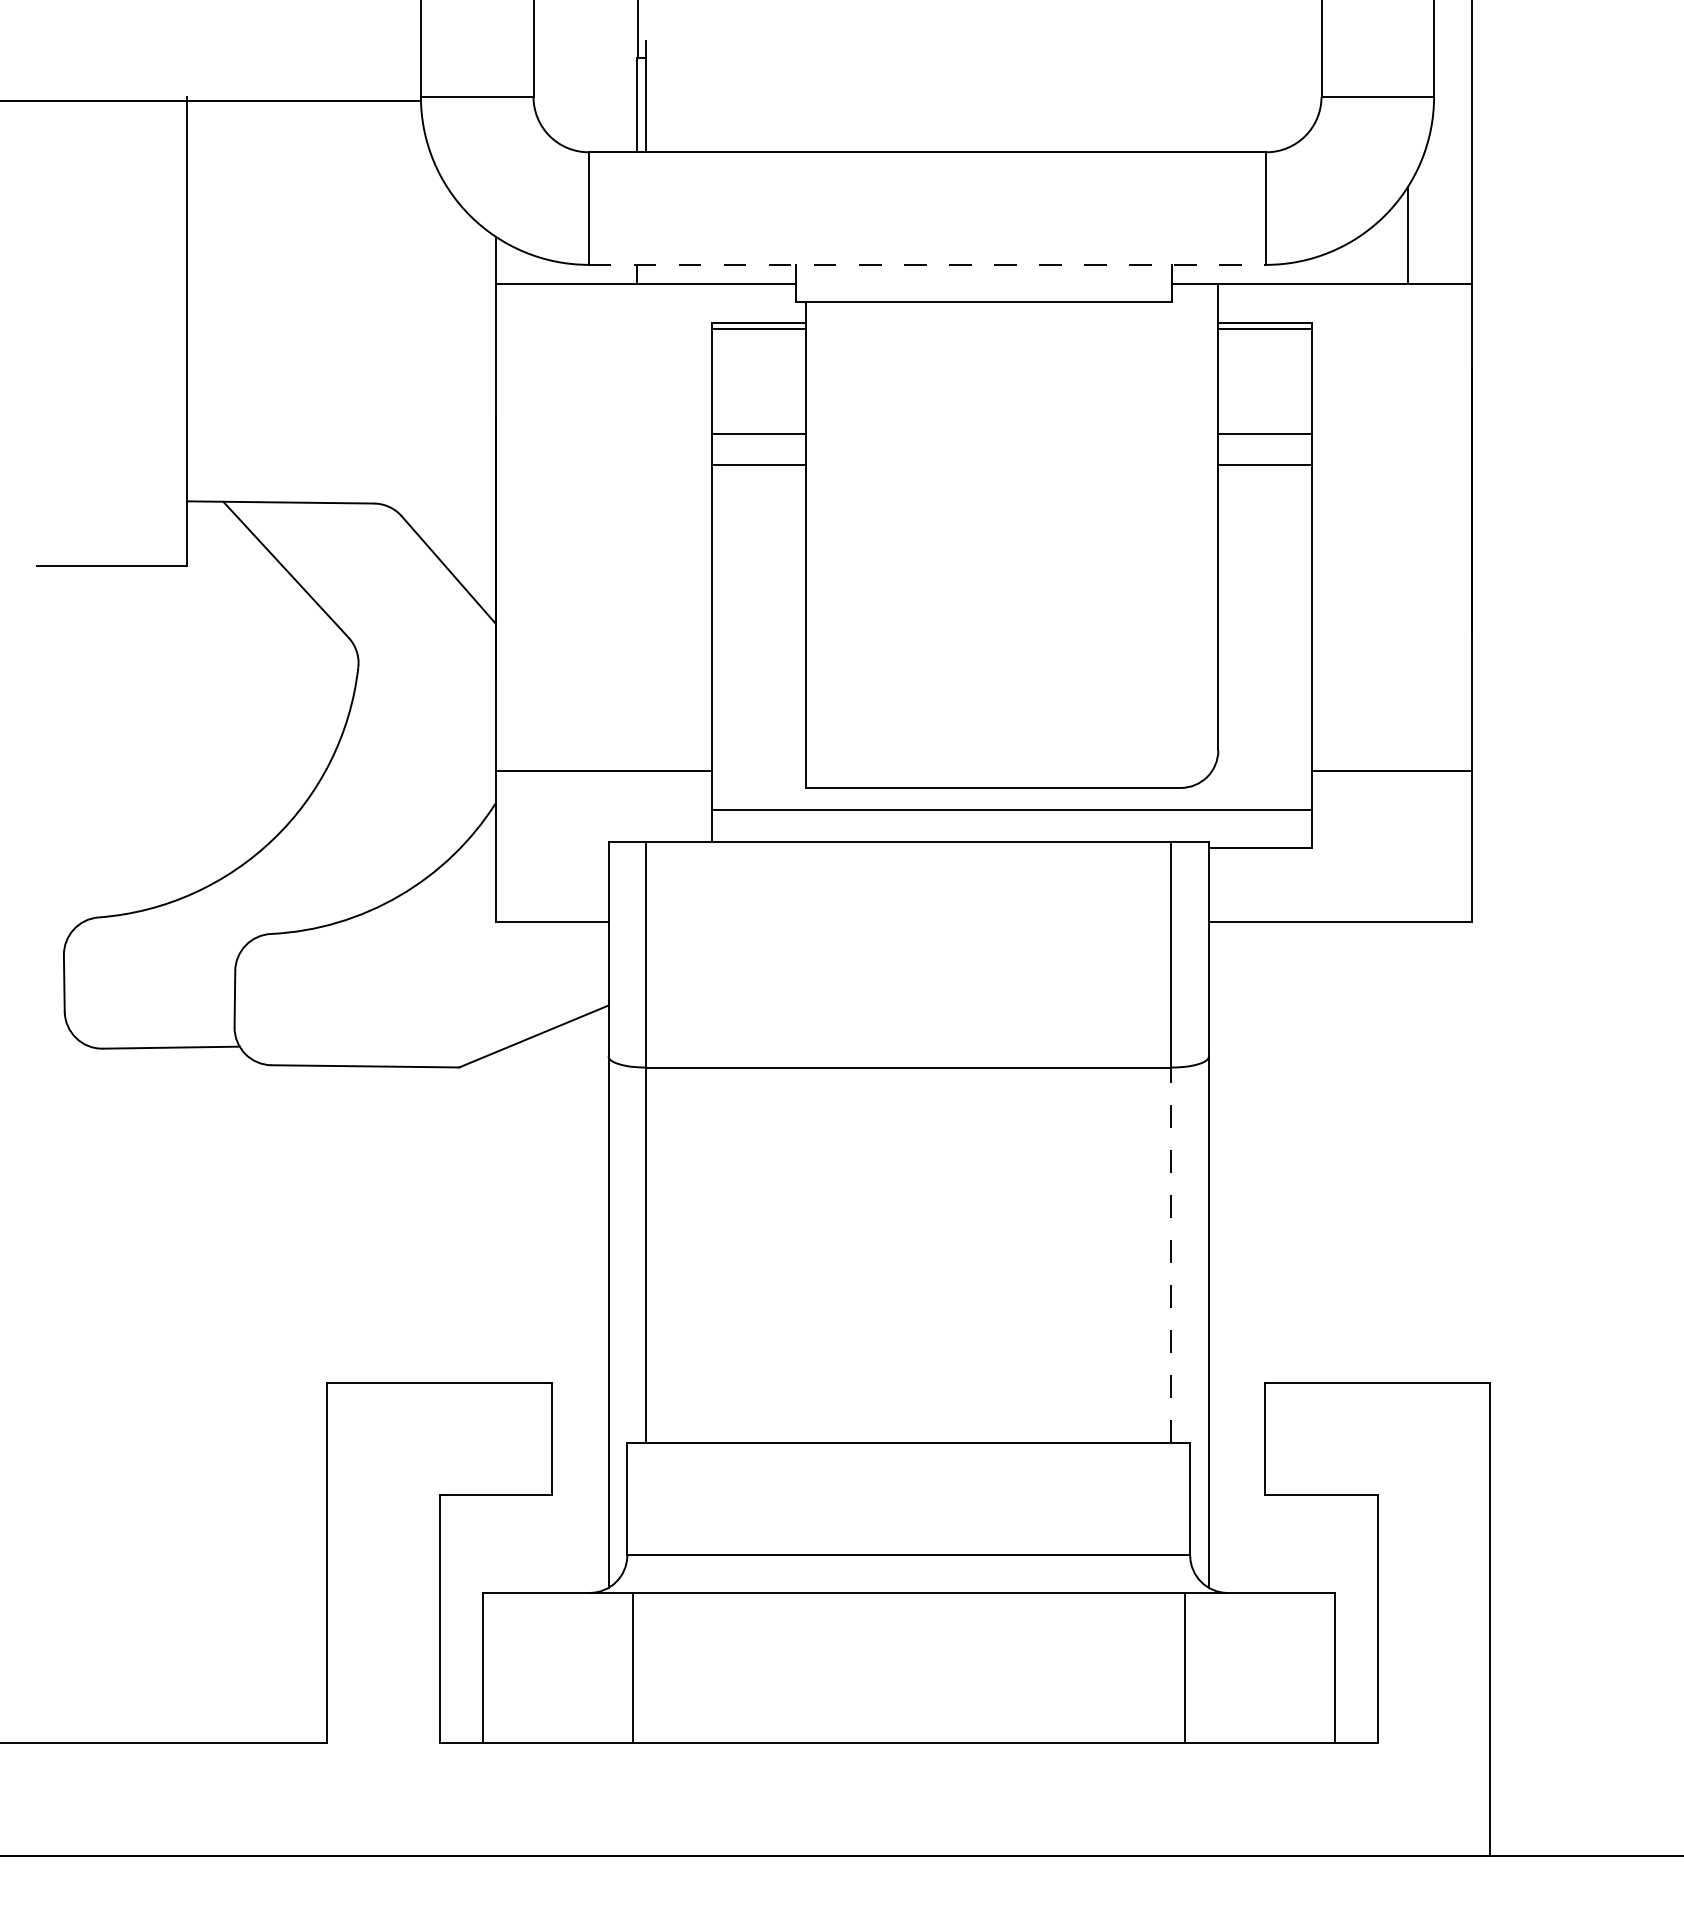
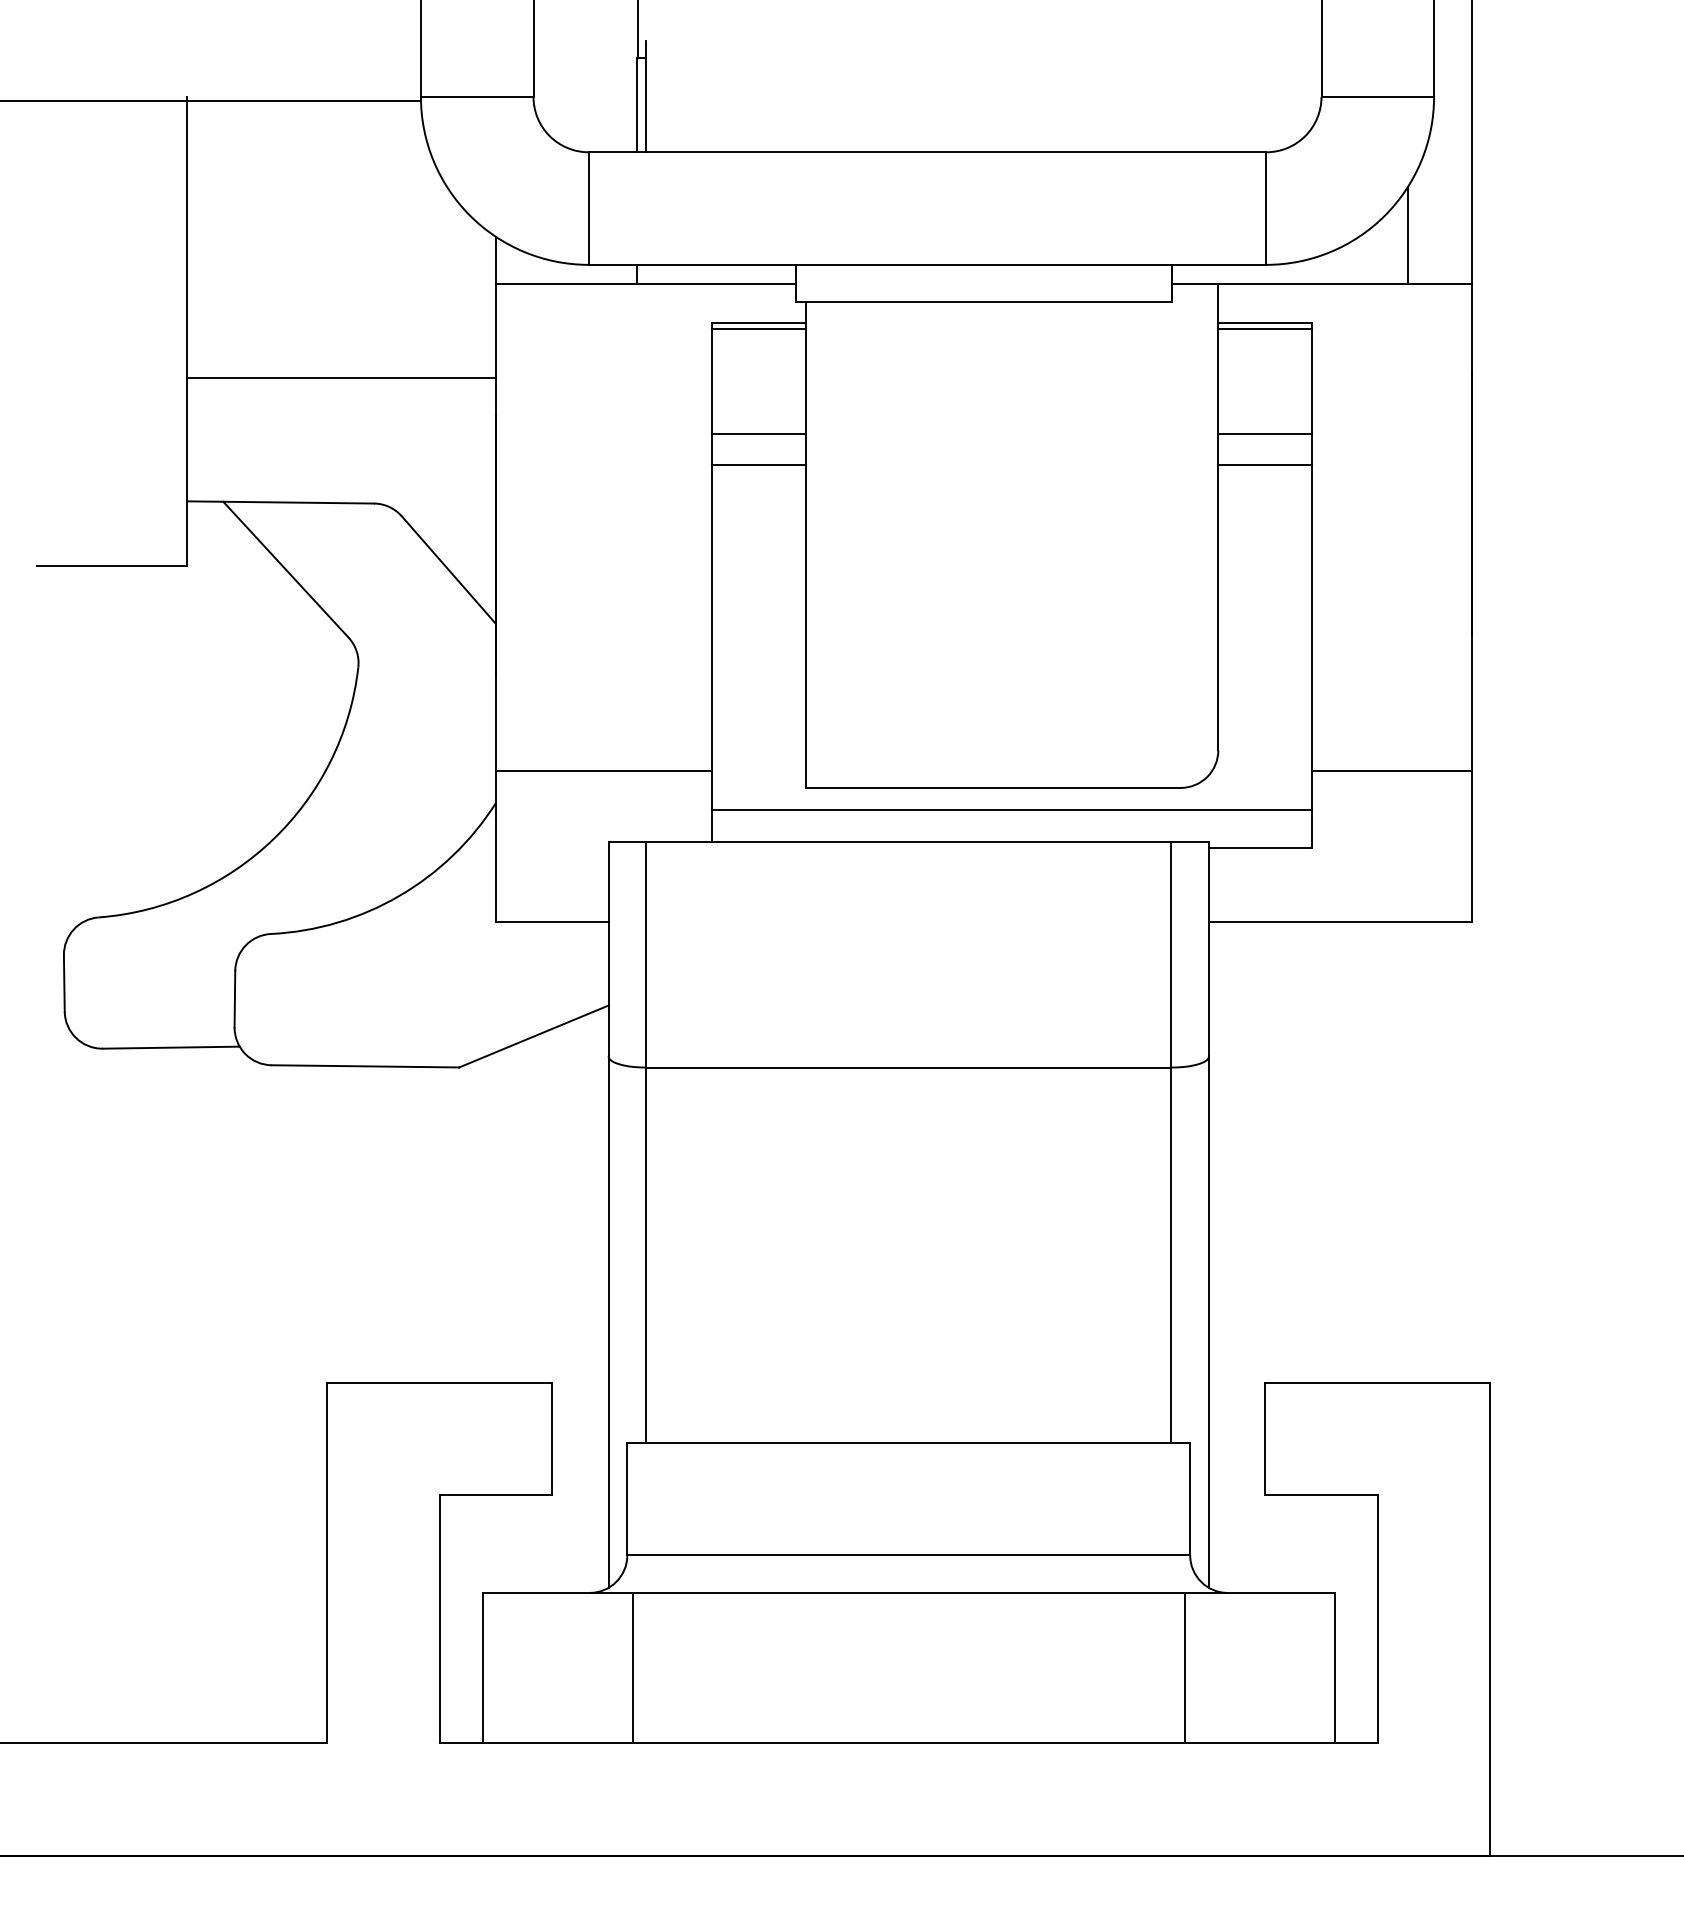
line at (927, 264): dashed -> solid
line at (341, 378): none -> present
line at (1171, 1255): dashed -> solid
